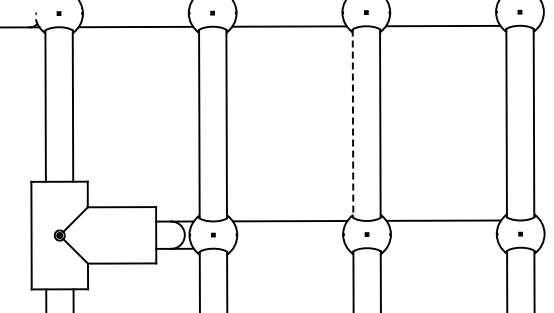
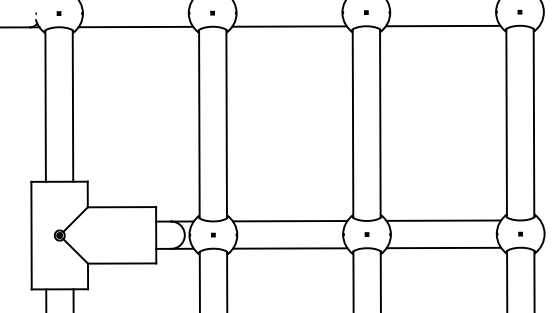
line at (353, 124): dashed -> solid
line at (443, 247): none -> present
line at (290, 248): none -> present
